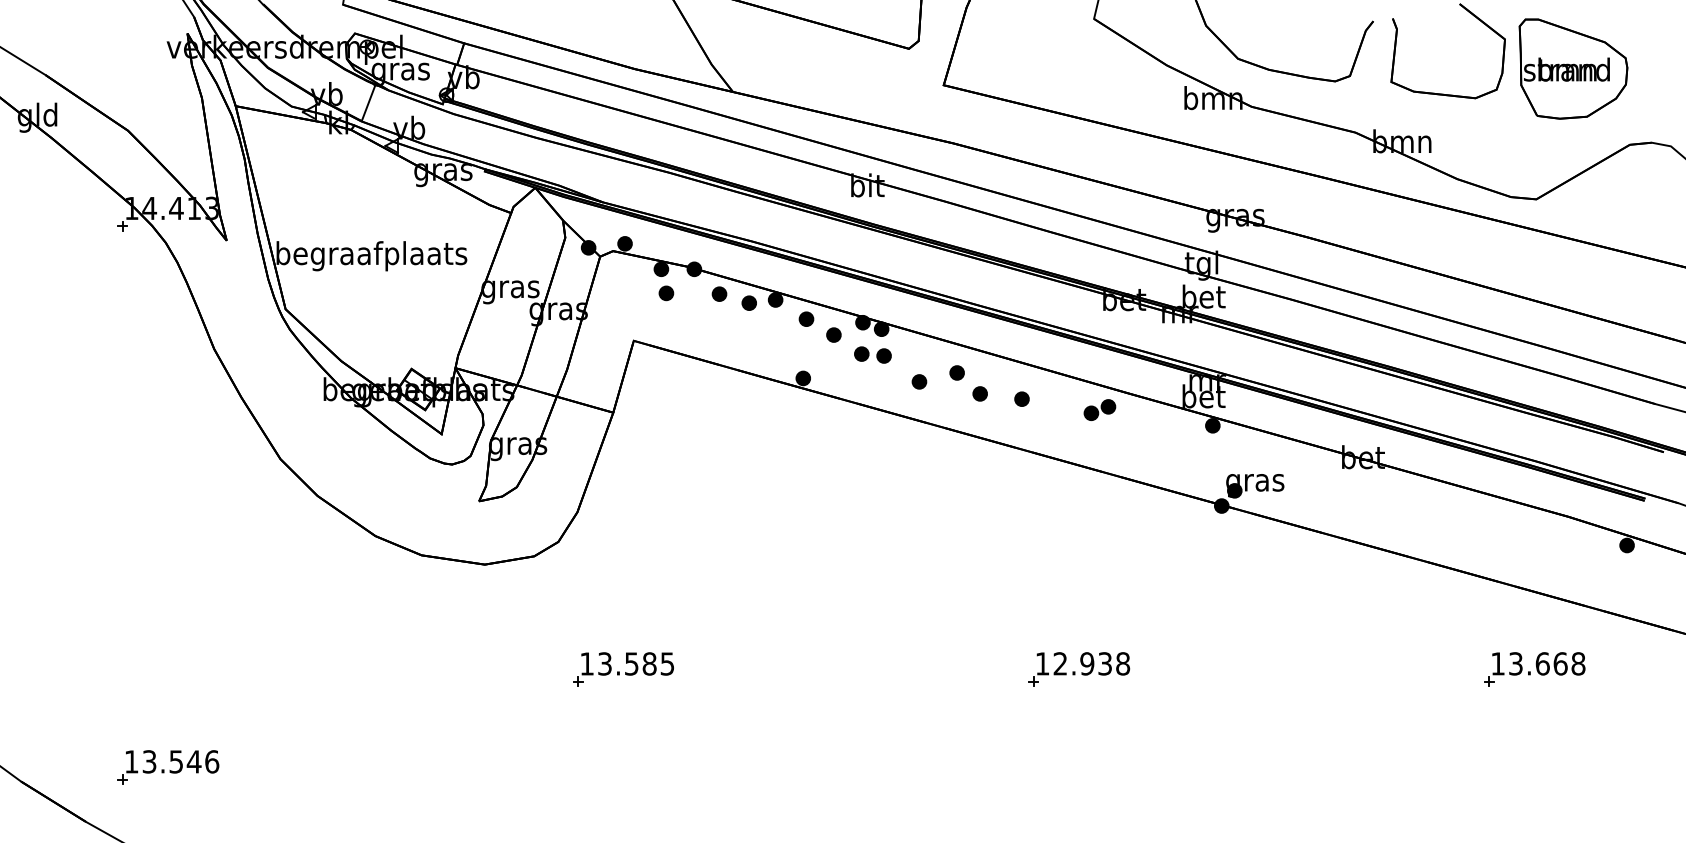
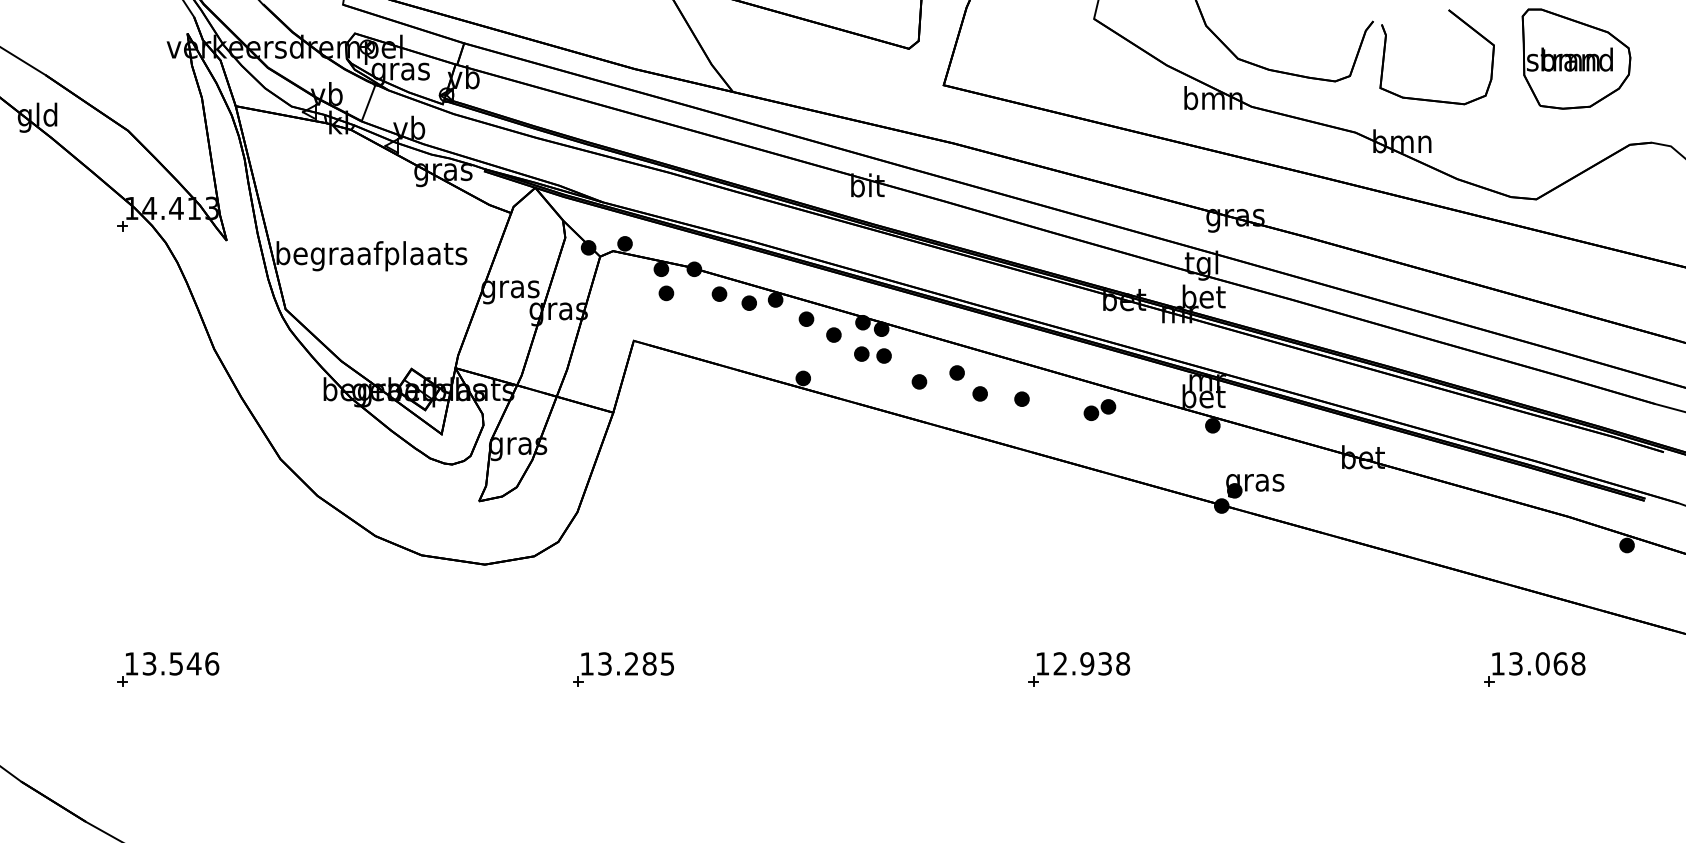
part at (1573, 68) position: (1573, 68) -> (1576, 58)
part at (1443, 93) position: (1443, 93) -> (1432, 99)
text at (631, 663): 13.585 -> 13.285
text at (1542, 663): 13.668 -> 13.068
part at (168, 767) position: (168, 767) -> (168, 669)
